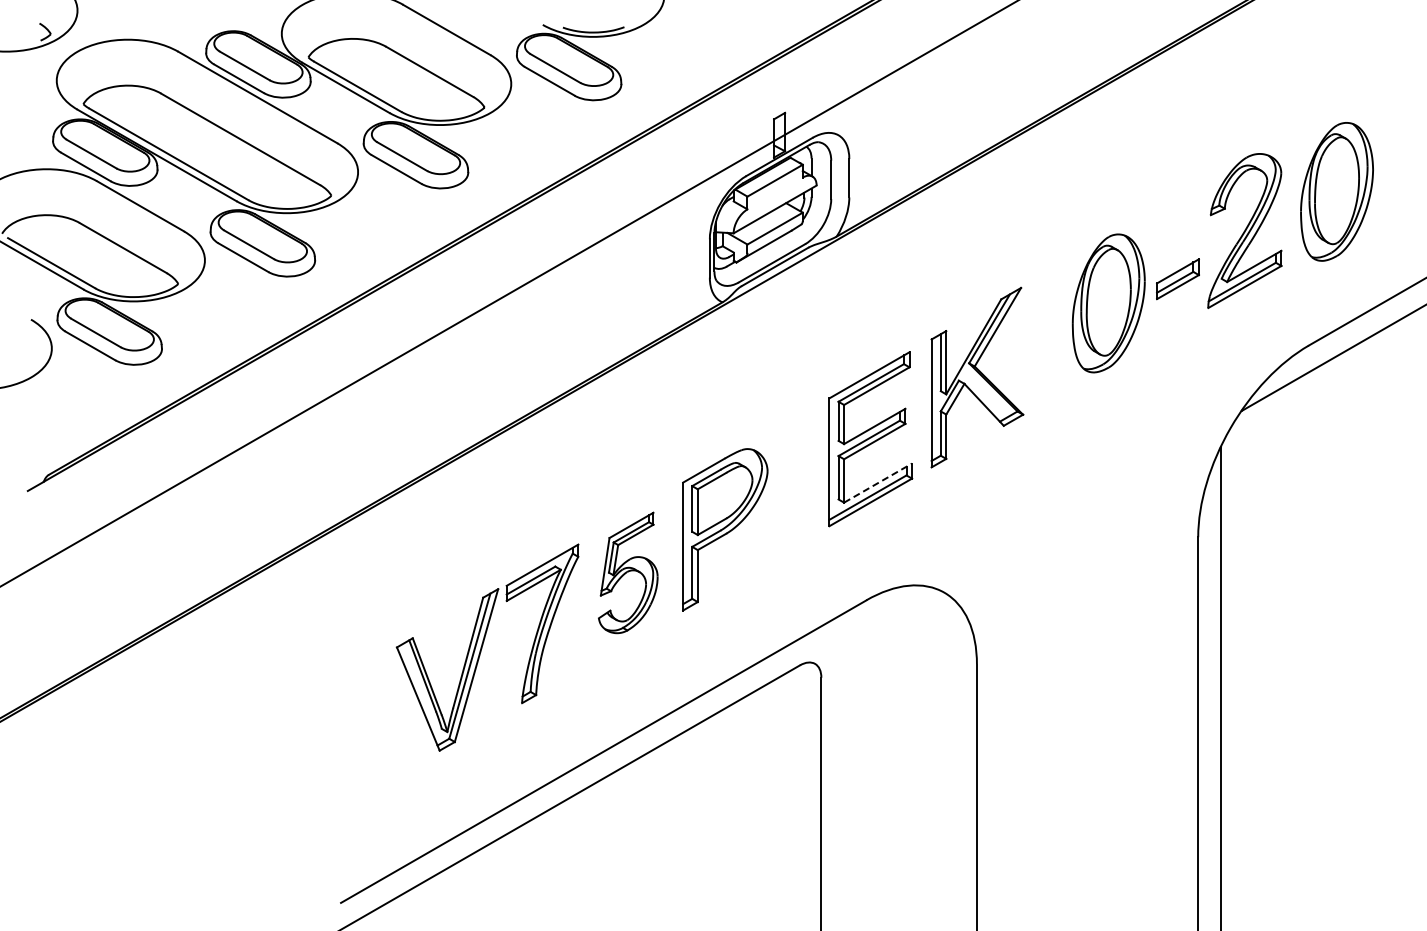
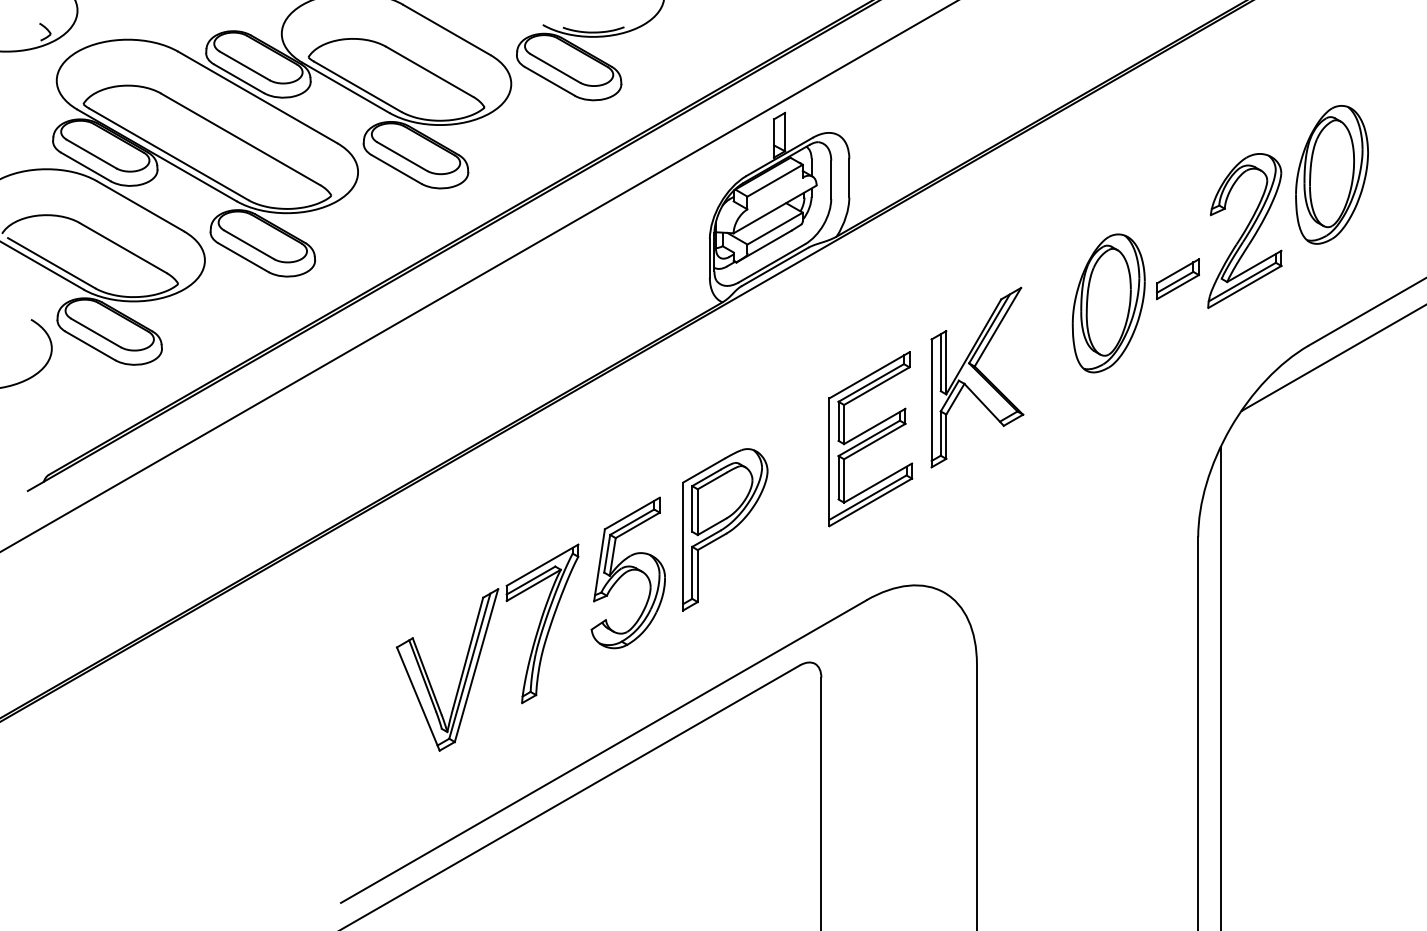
part at (1336, 191) position: (1336, 191) -> (1331, 174)
line at (508, 293) position: (508, 293) -> (478, 276)
line at (878, 482): dashed -> solid
part at (628, 572) size: 61x124 px -> 76x154 px
